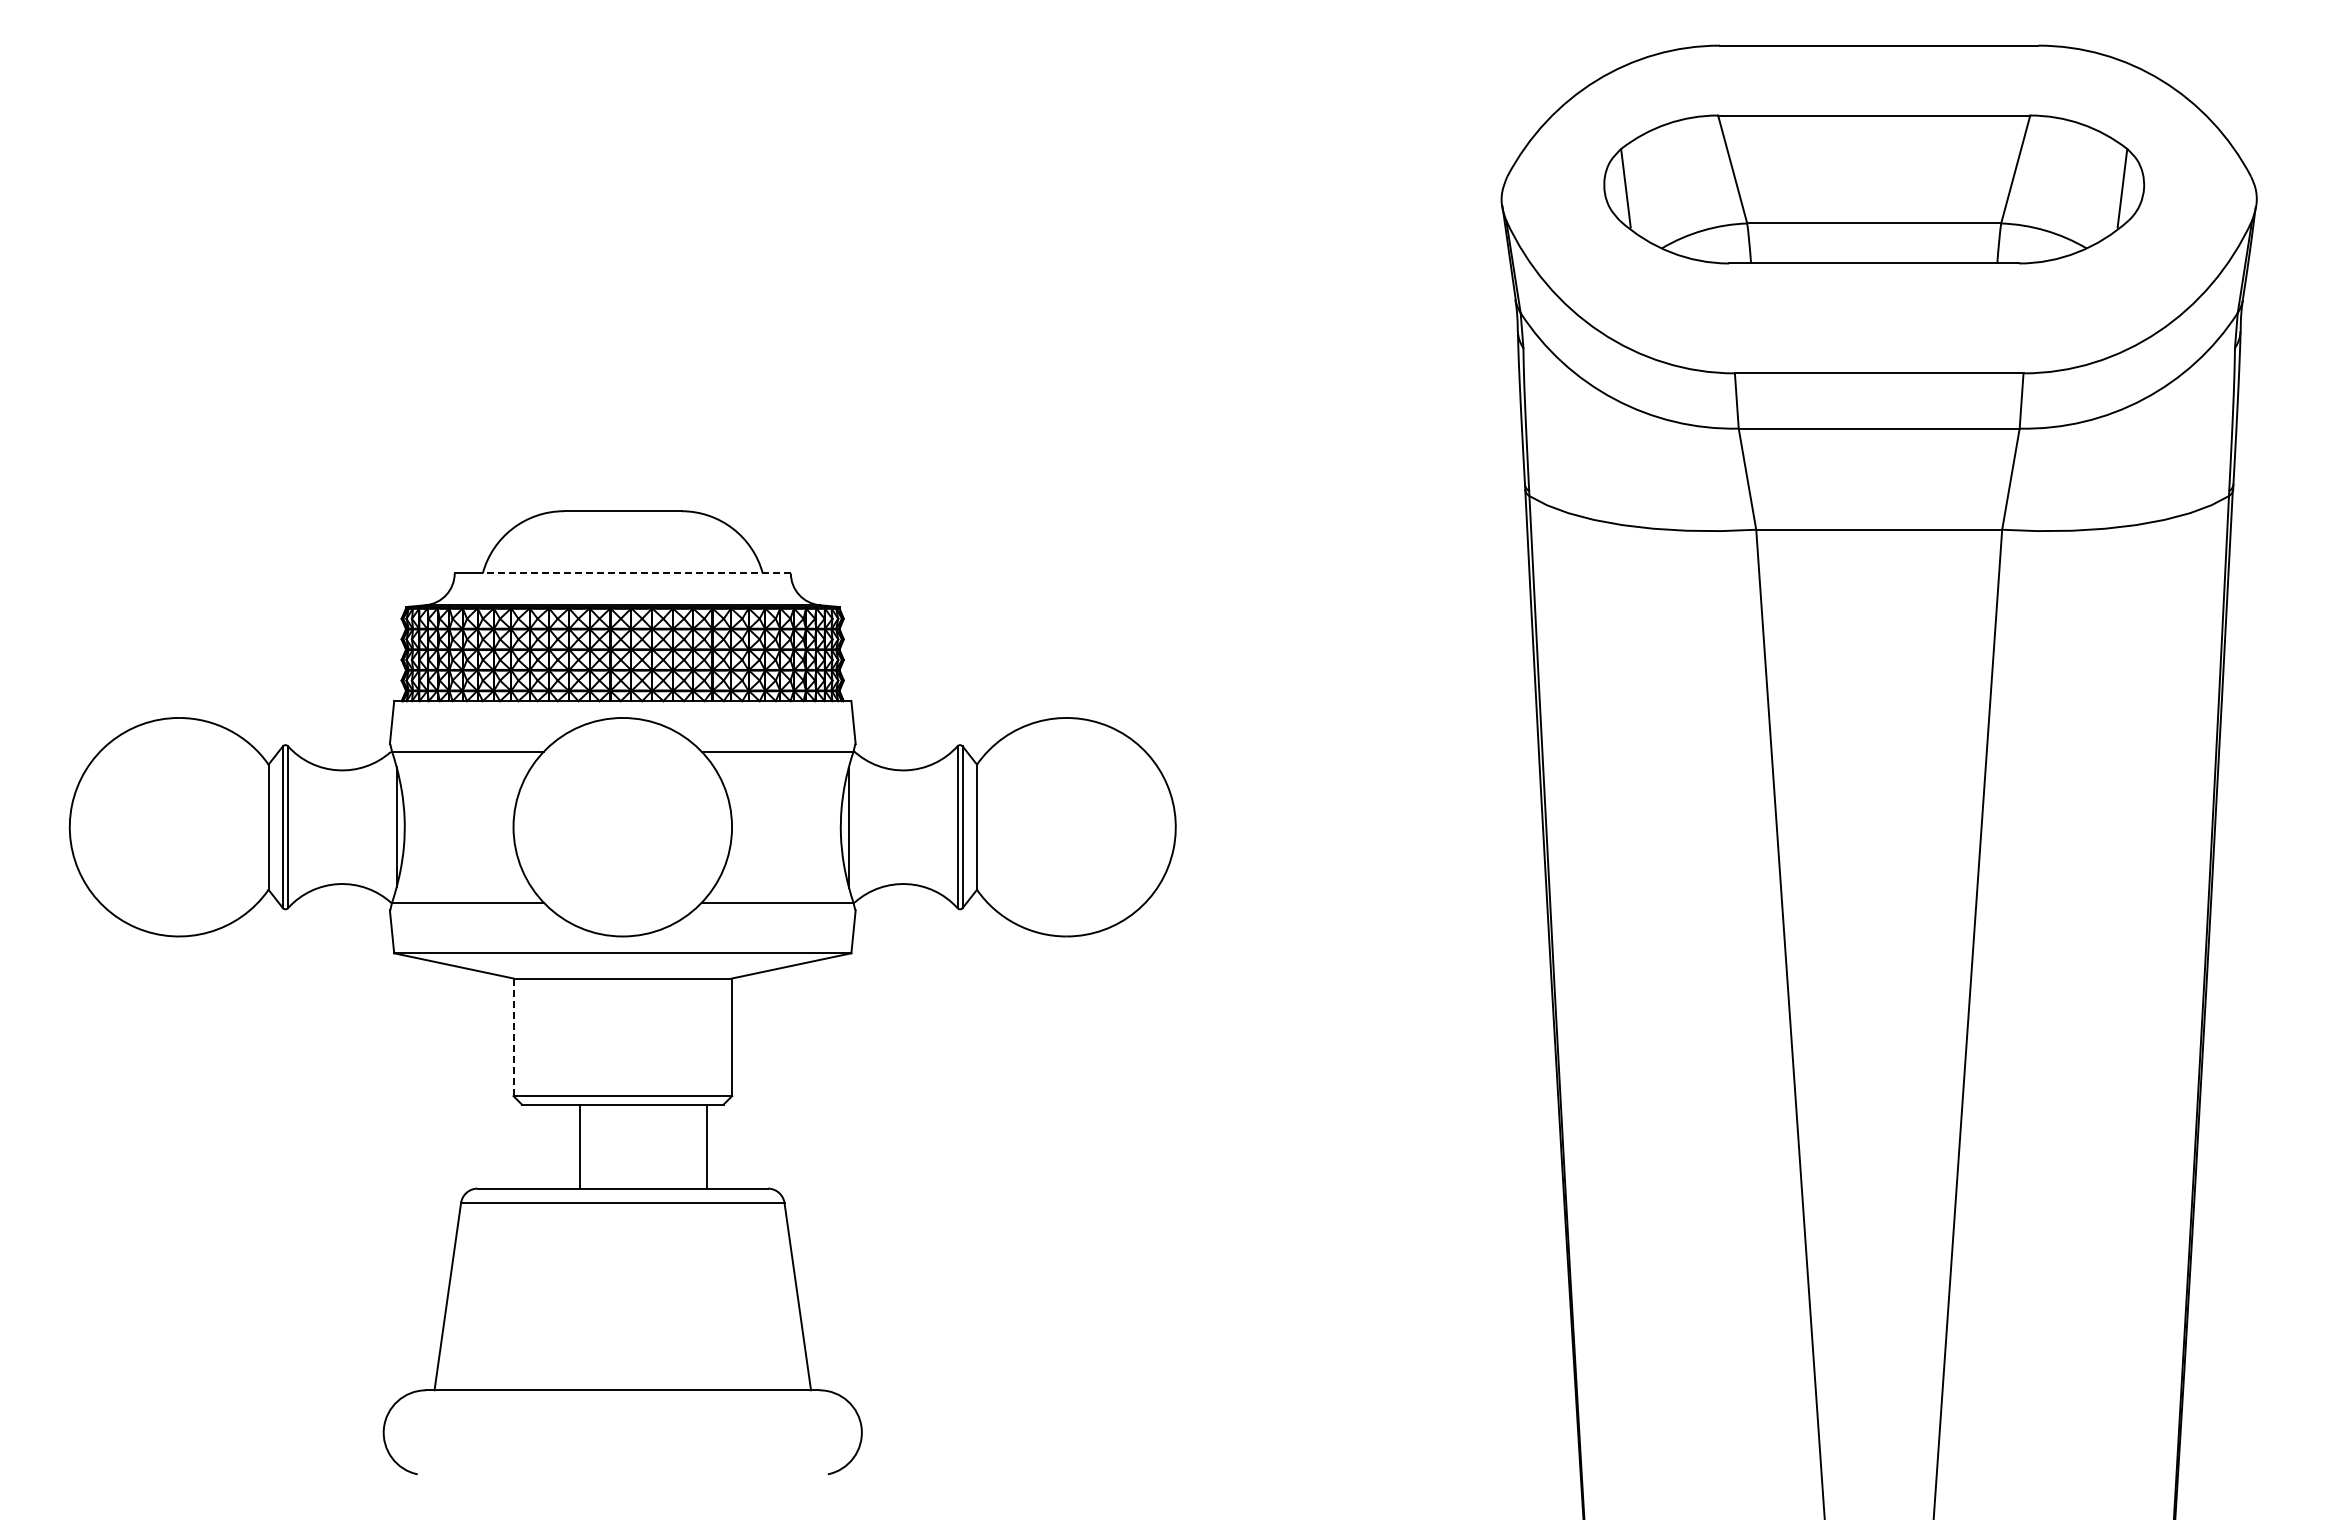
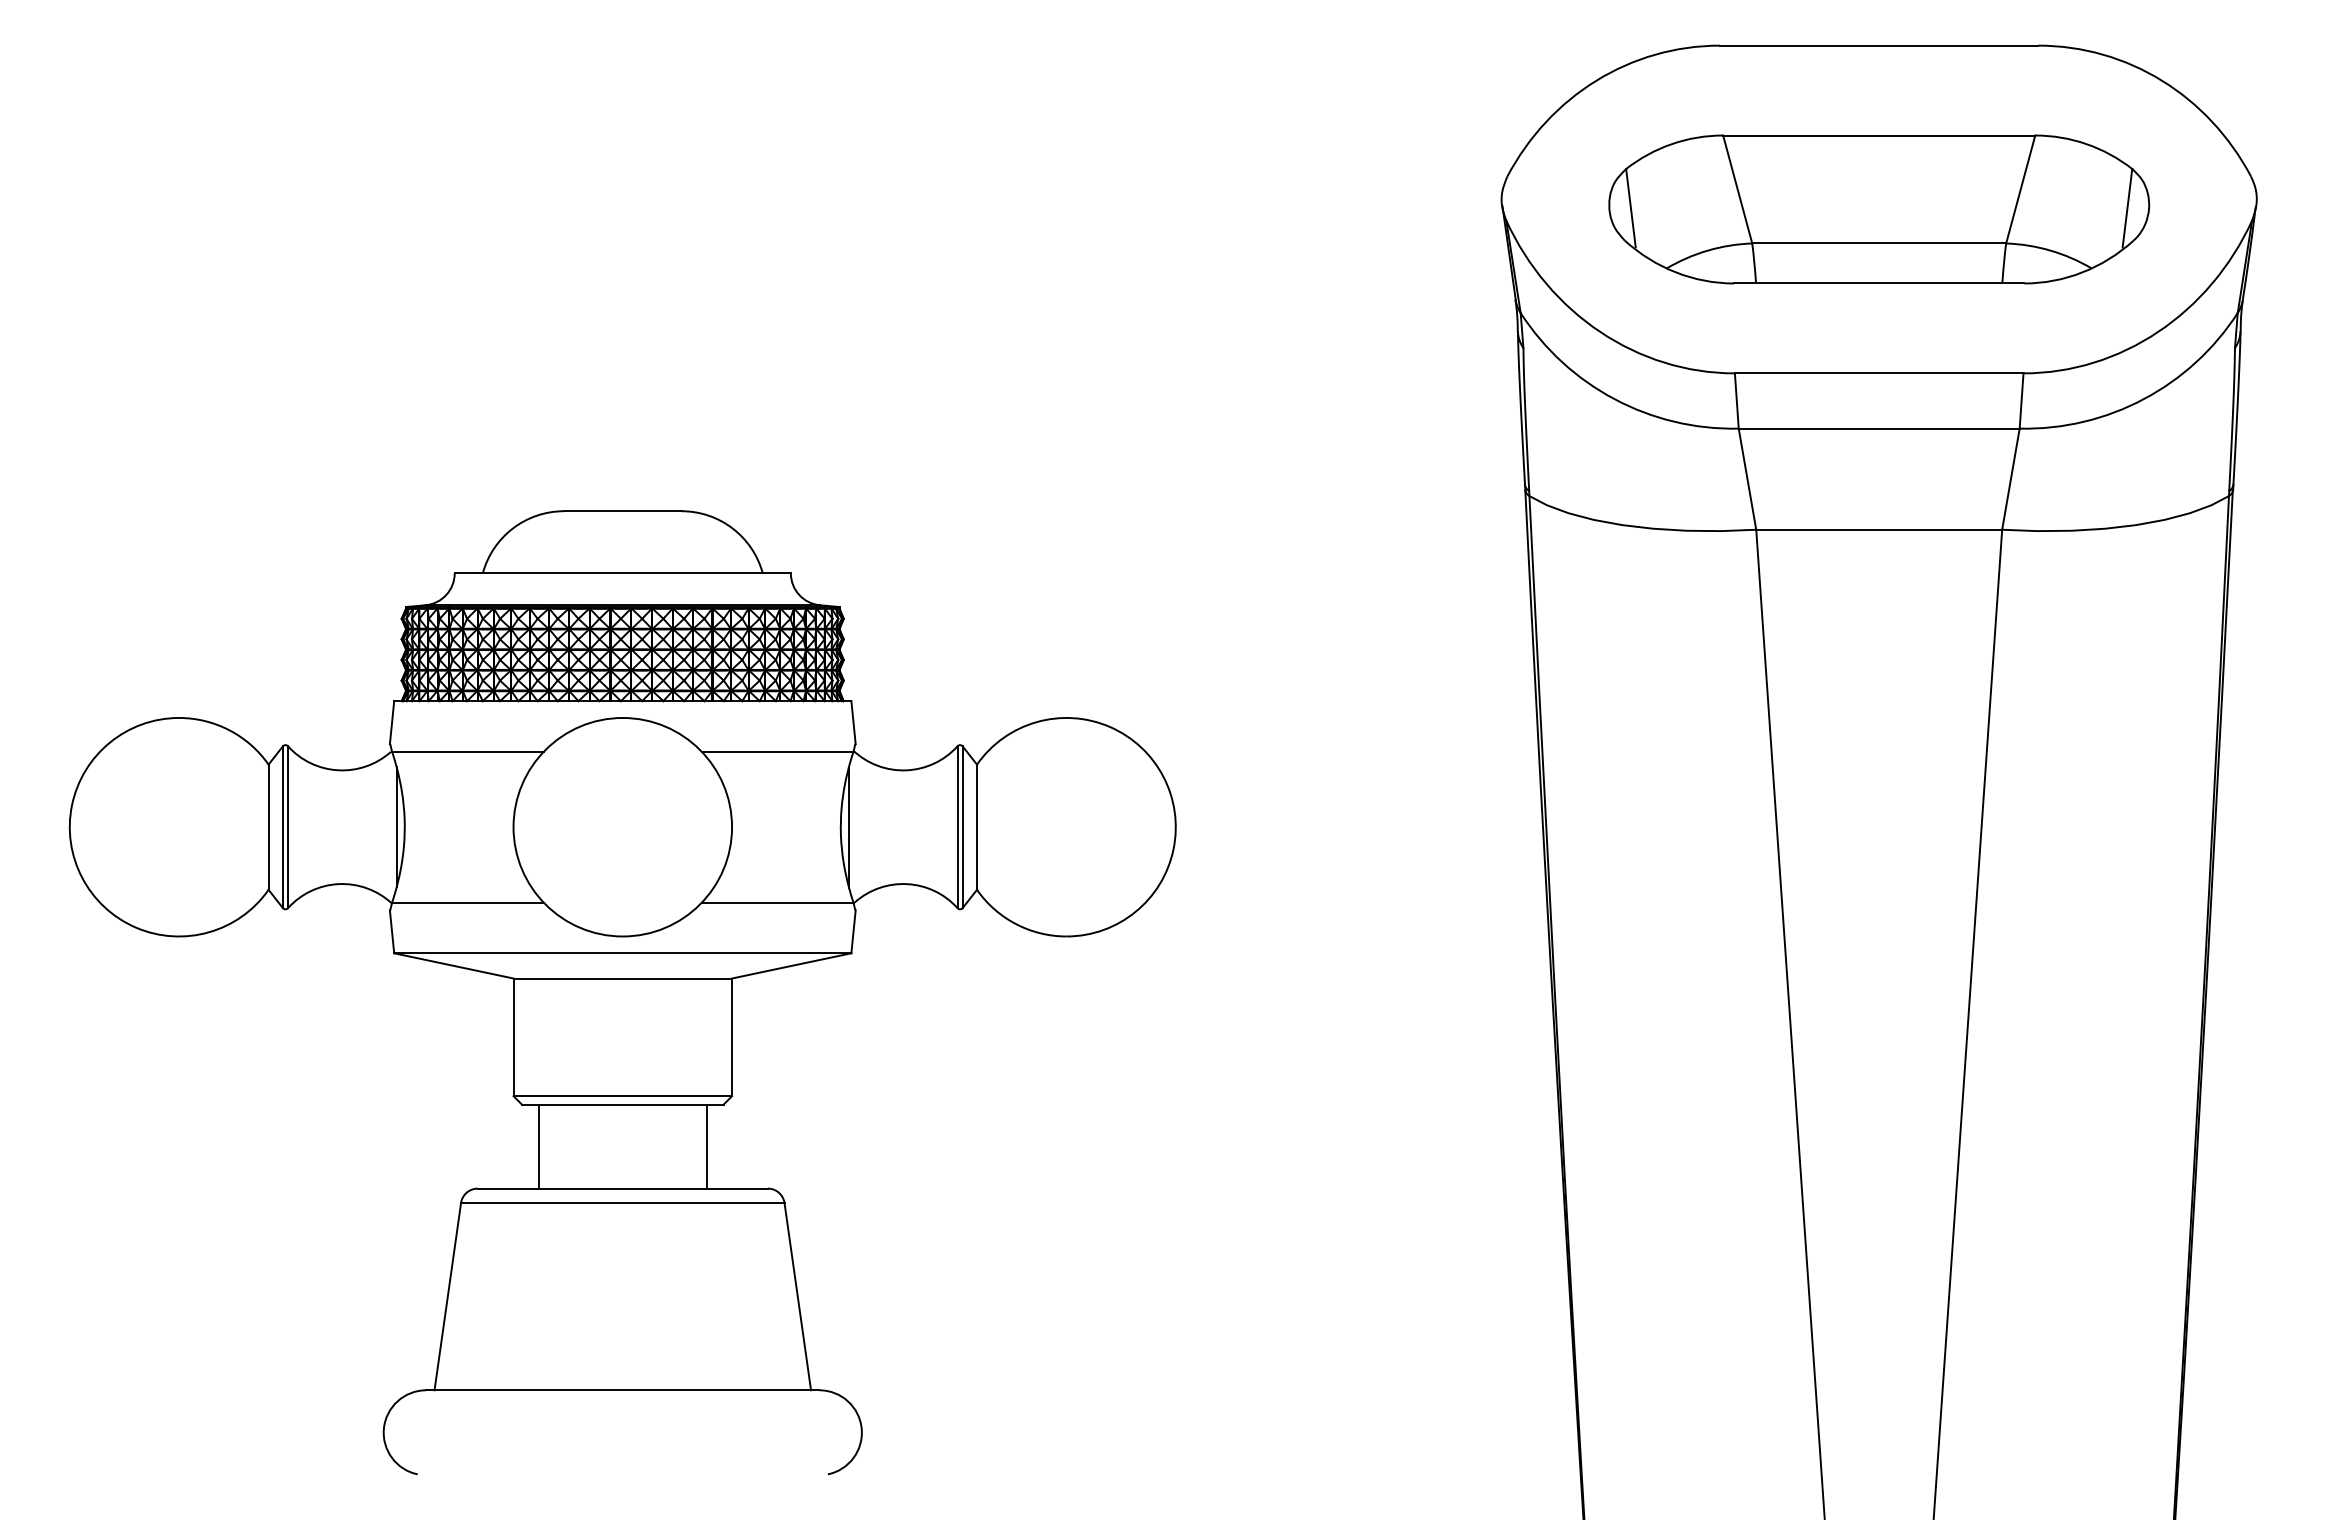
part at (1874, 189) position: (1874, 189) -> (1879, 209)
line at (633, 573): dashed -> solid
line at (513, 1037): dashed -> solid
line at (579, 1146) position: (579, 1146) -> (538, 1146)
